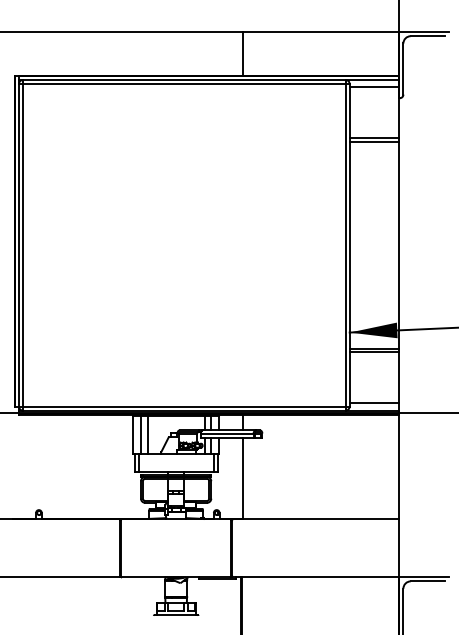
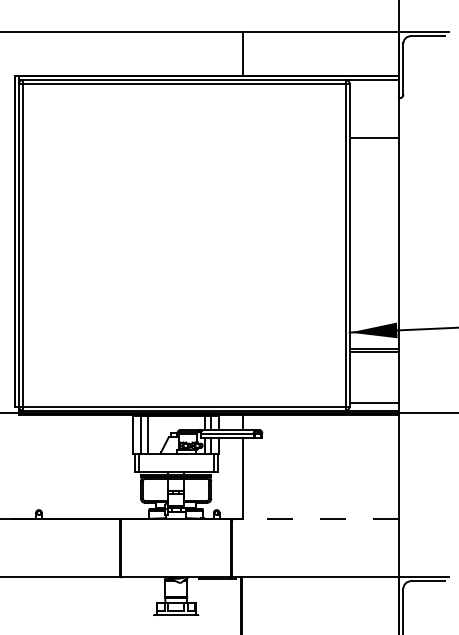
line at (374, 87): present -> none
line at (374, 141): present -> none
line at (315, 519): solid -> dashed
